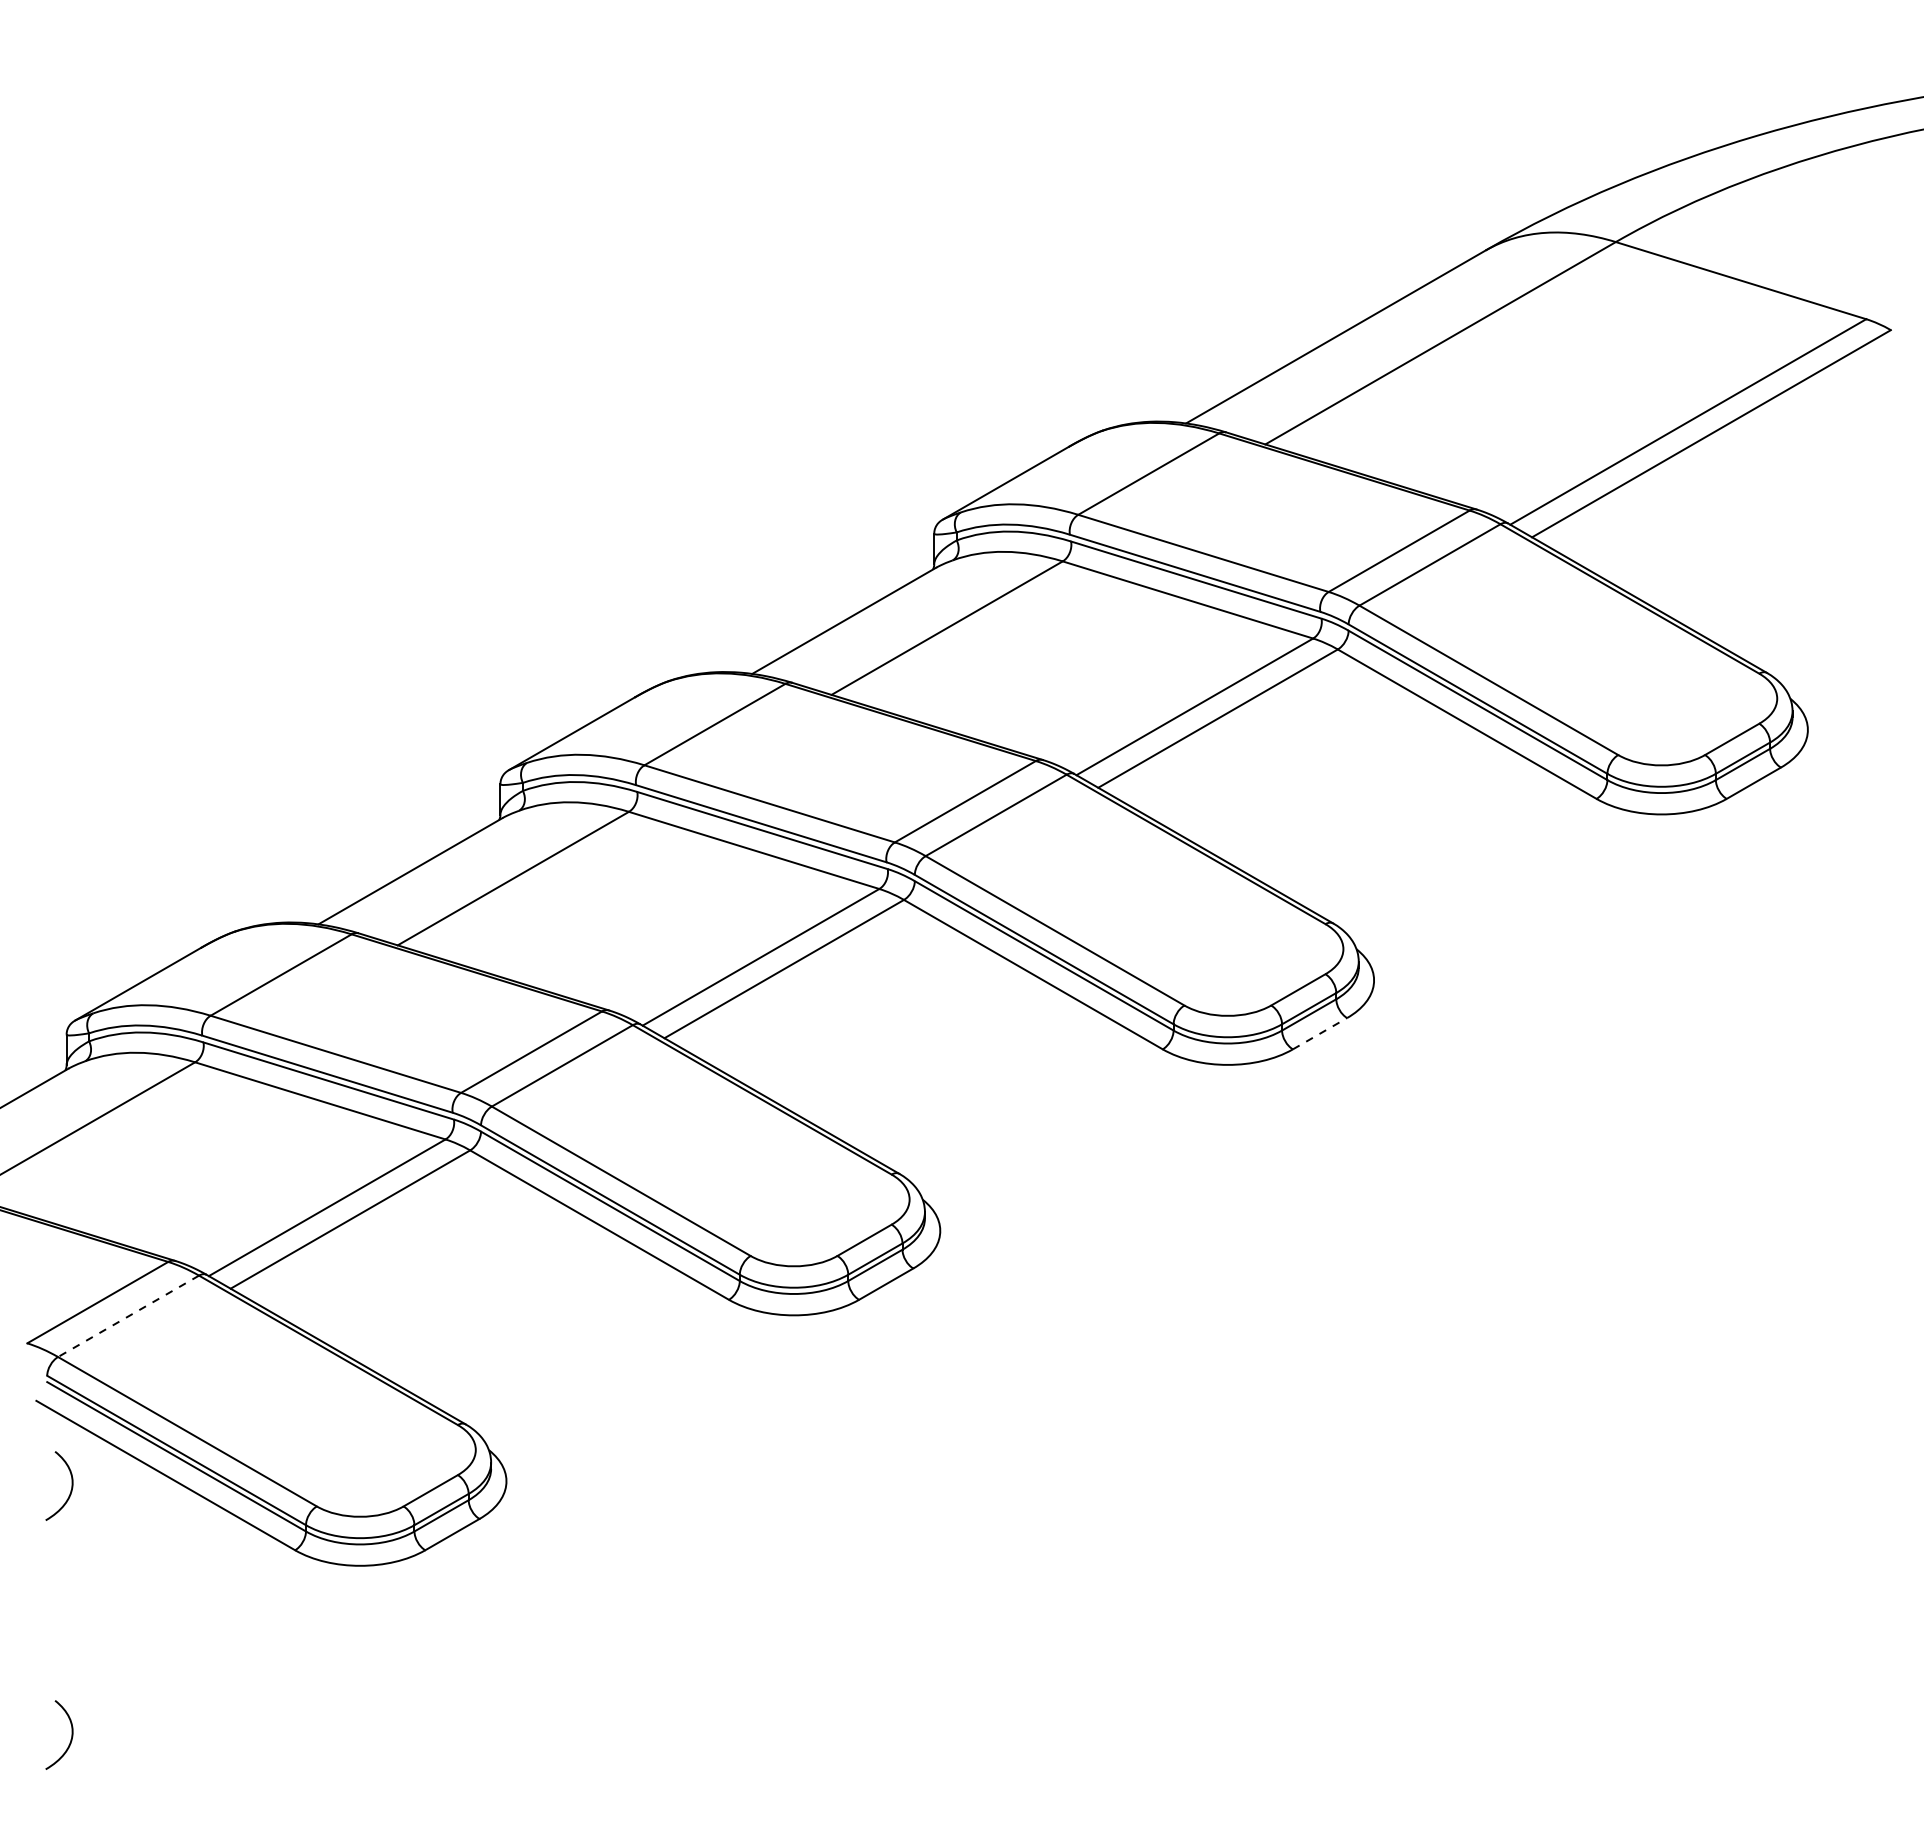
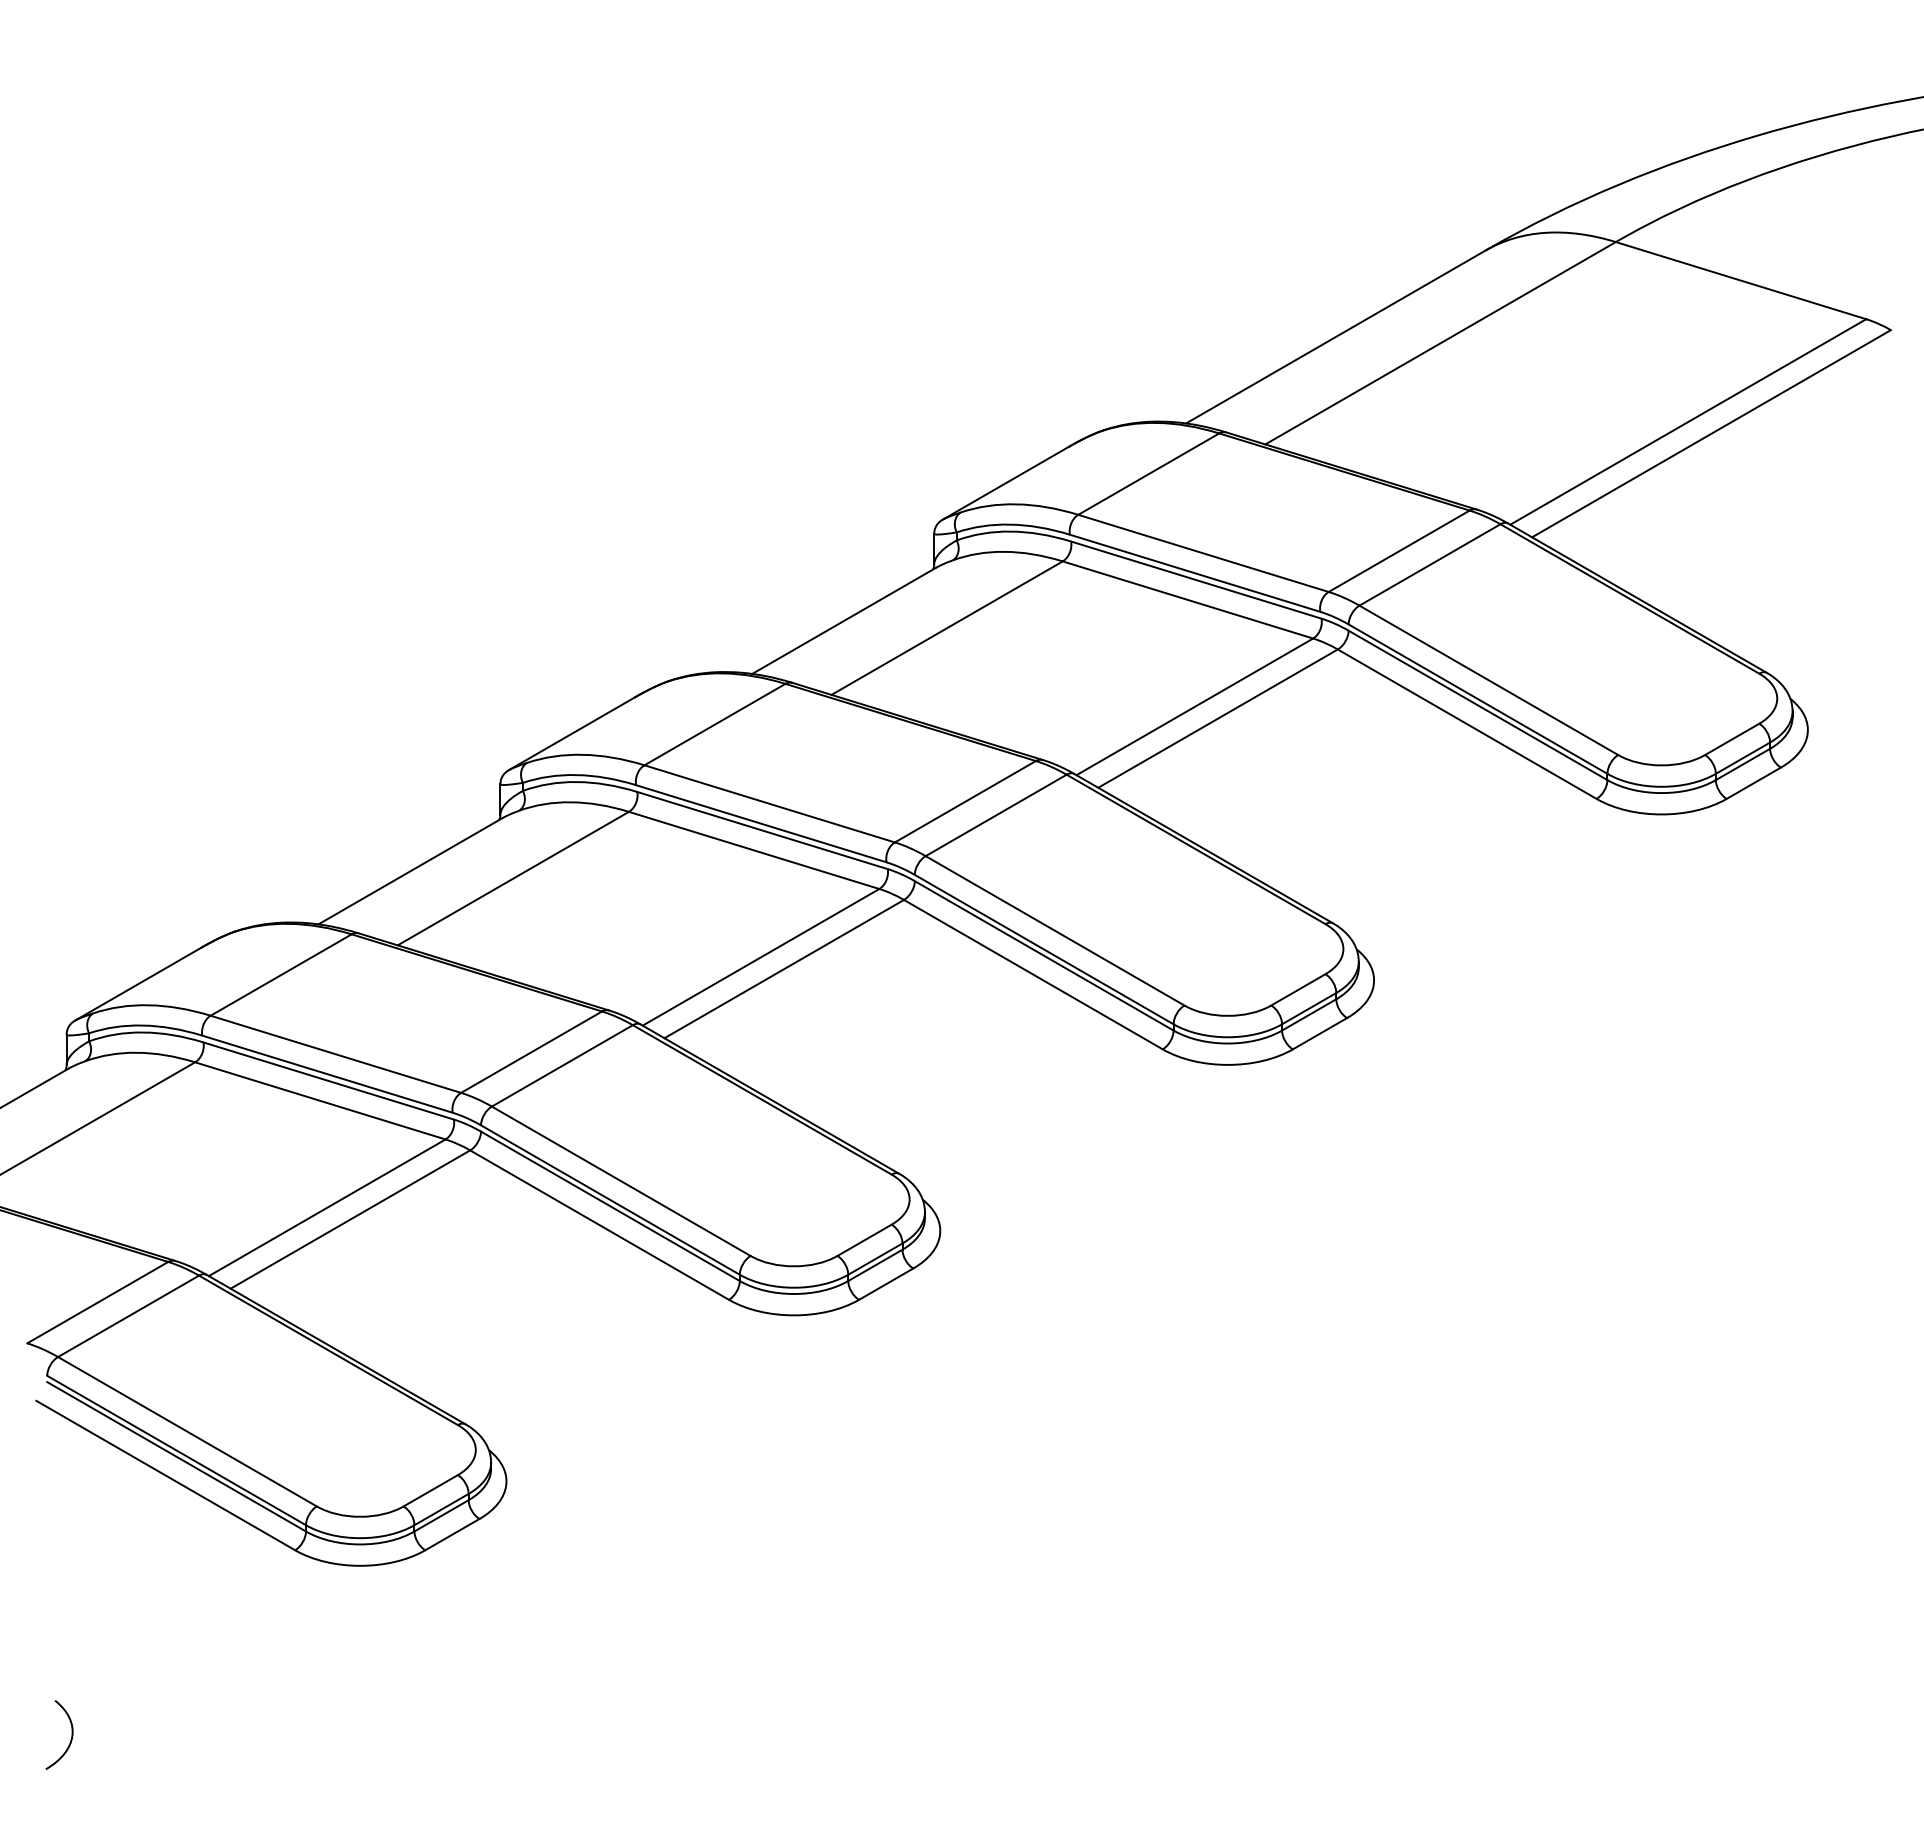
line at (1320, 1033): dashed -> solid
line at (128, 1316): dashed -> solid
curve at (71, 1485): present -> none
